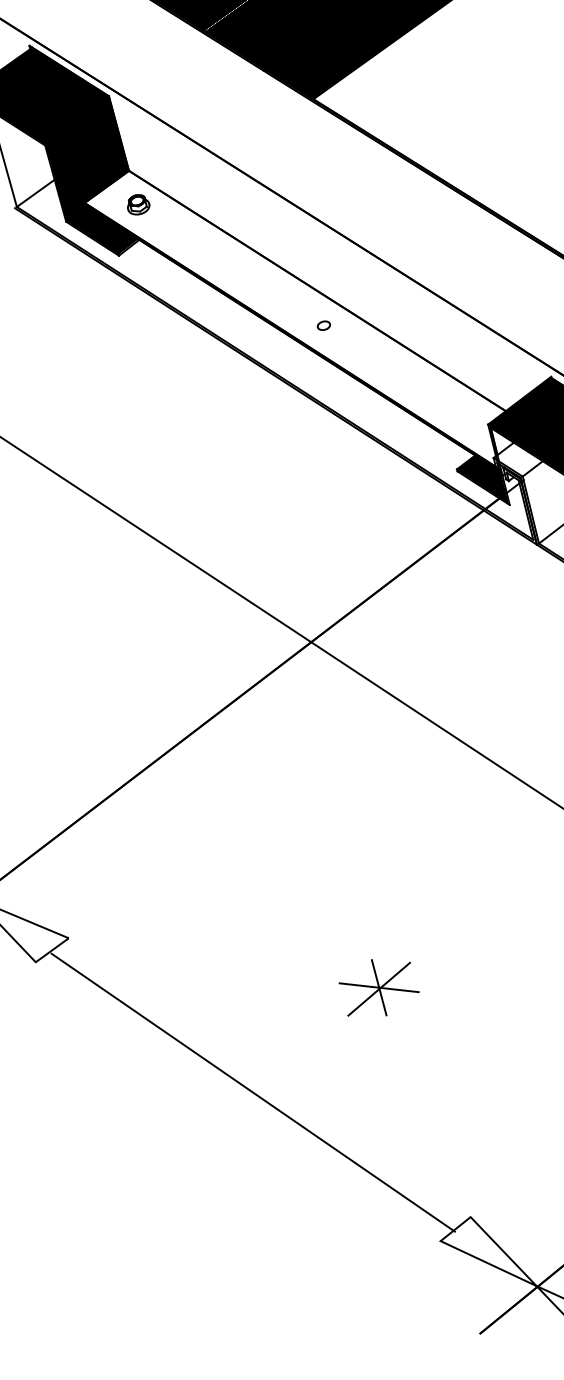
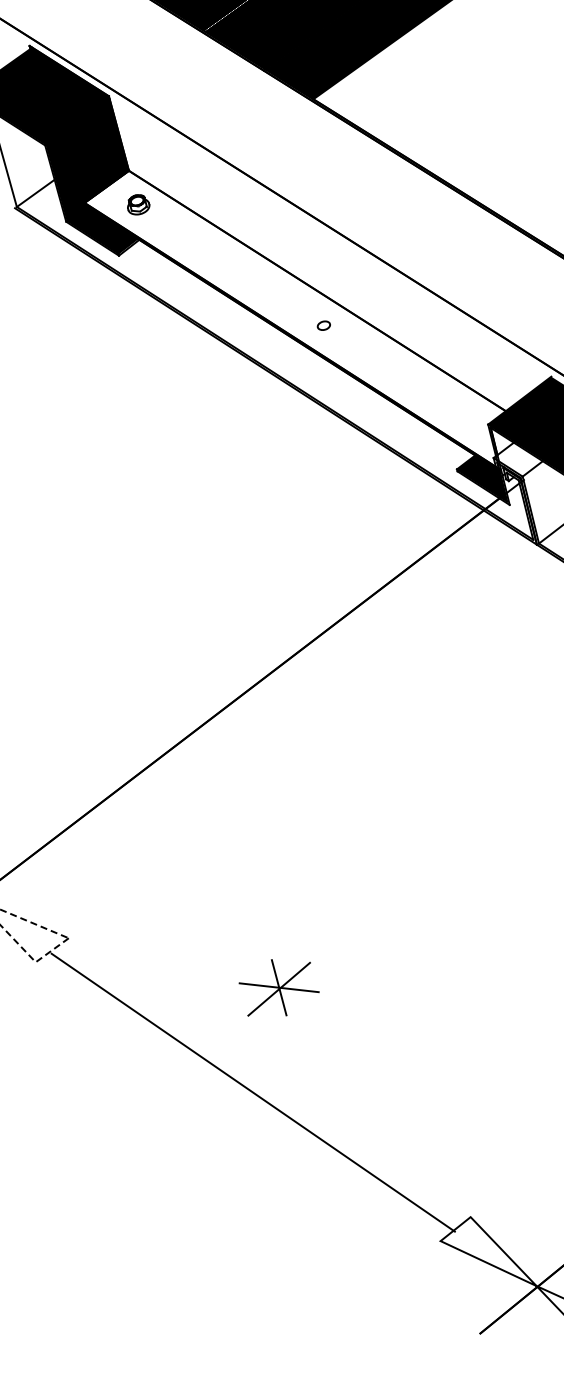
line at (281, 622): present -> none
line at (6, 931): solid -> dashed
part at (378, 987) position: (378, 987) -> (278, 987)
